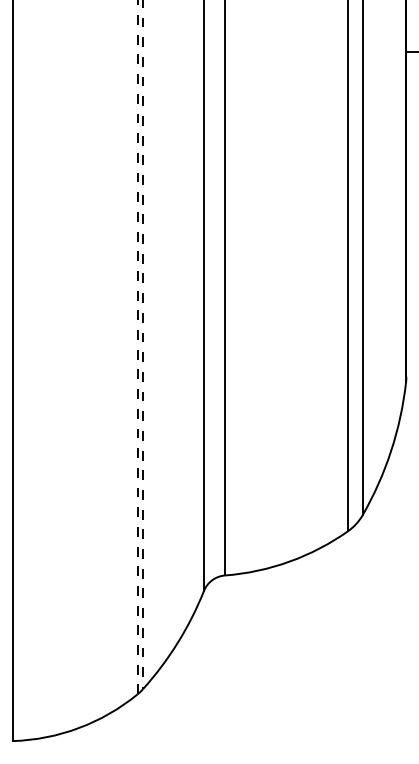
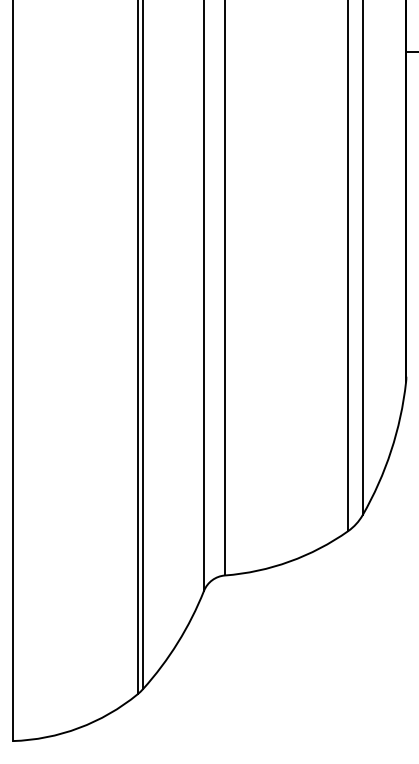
line at (143, 345): dashed -> solid
line at (137, 347): dashed -> solid
